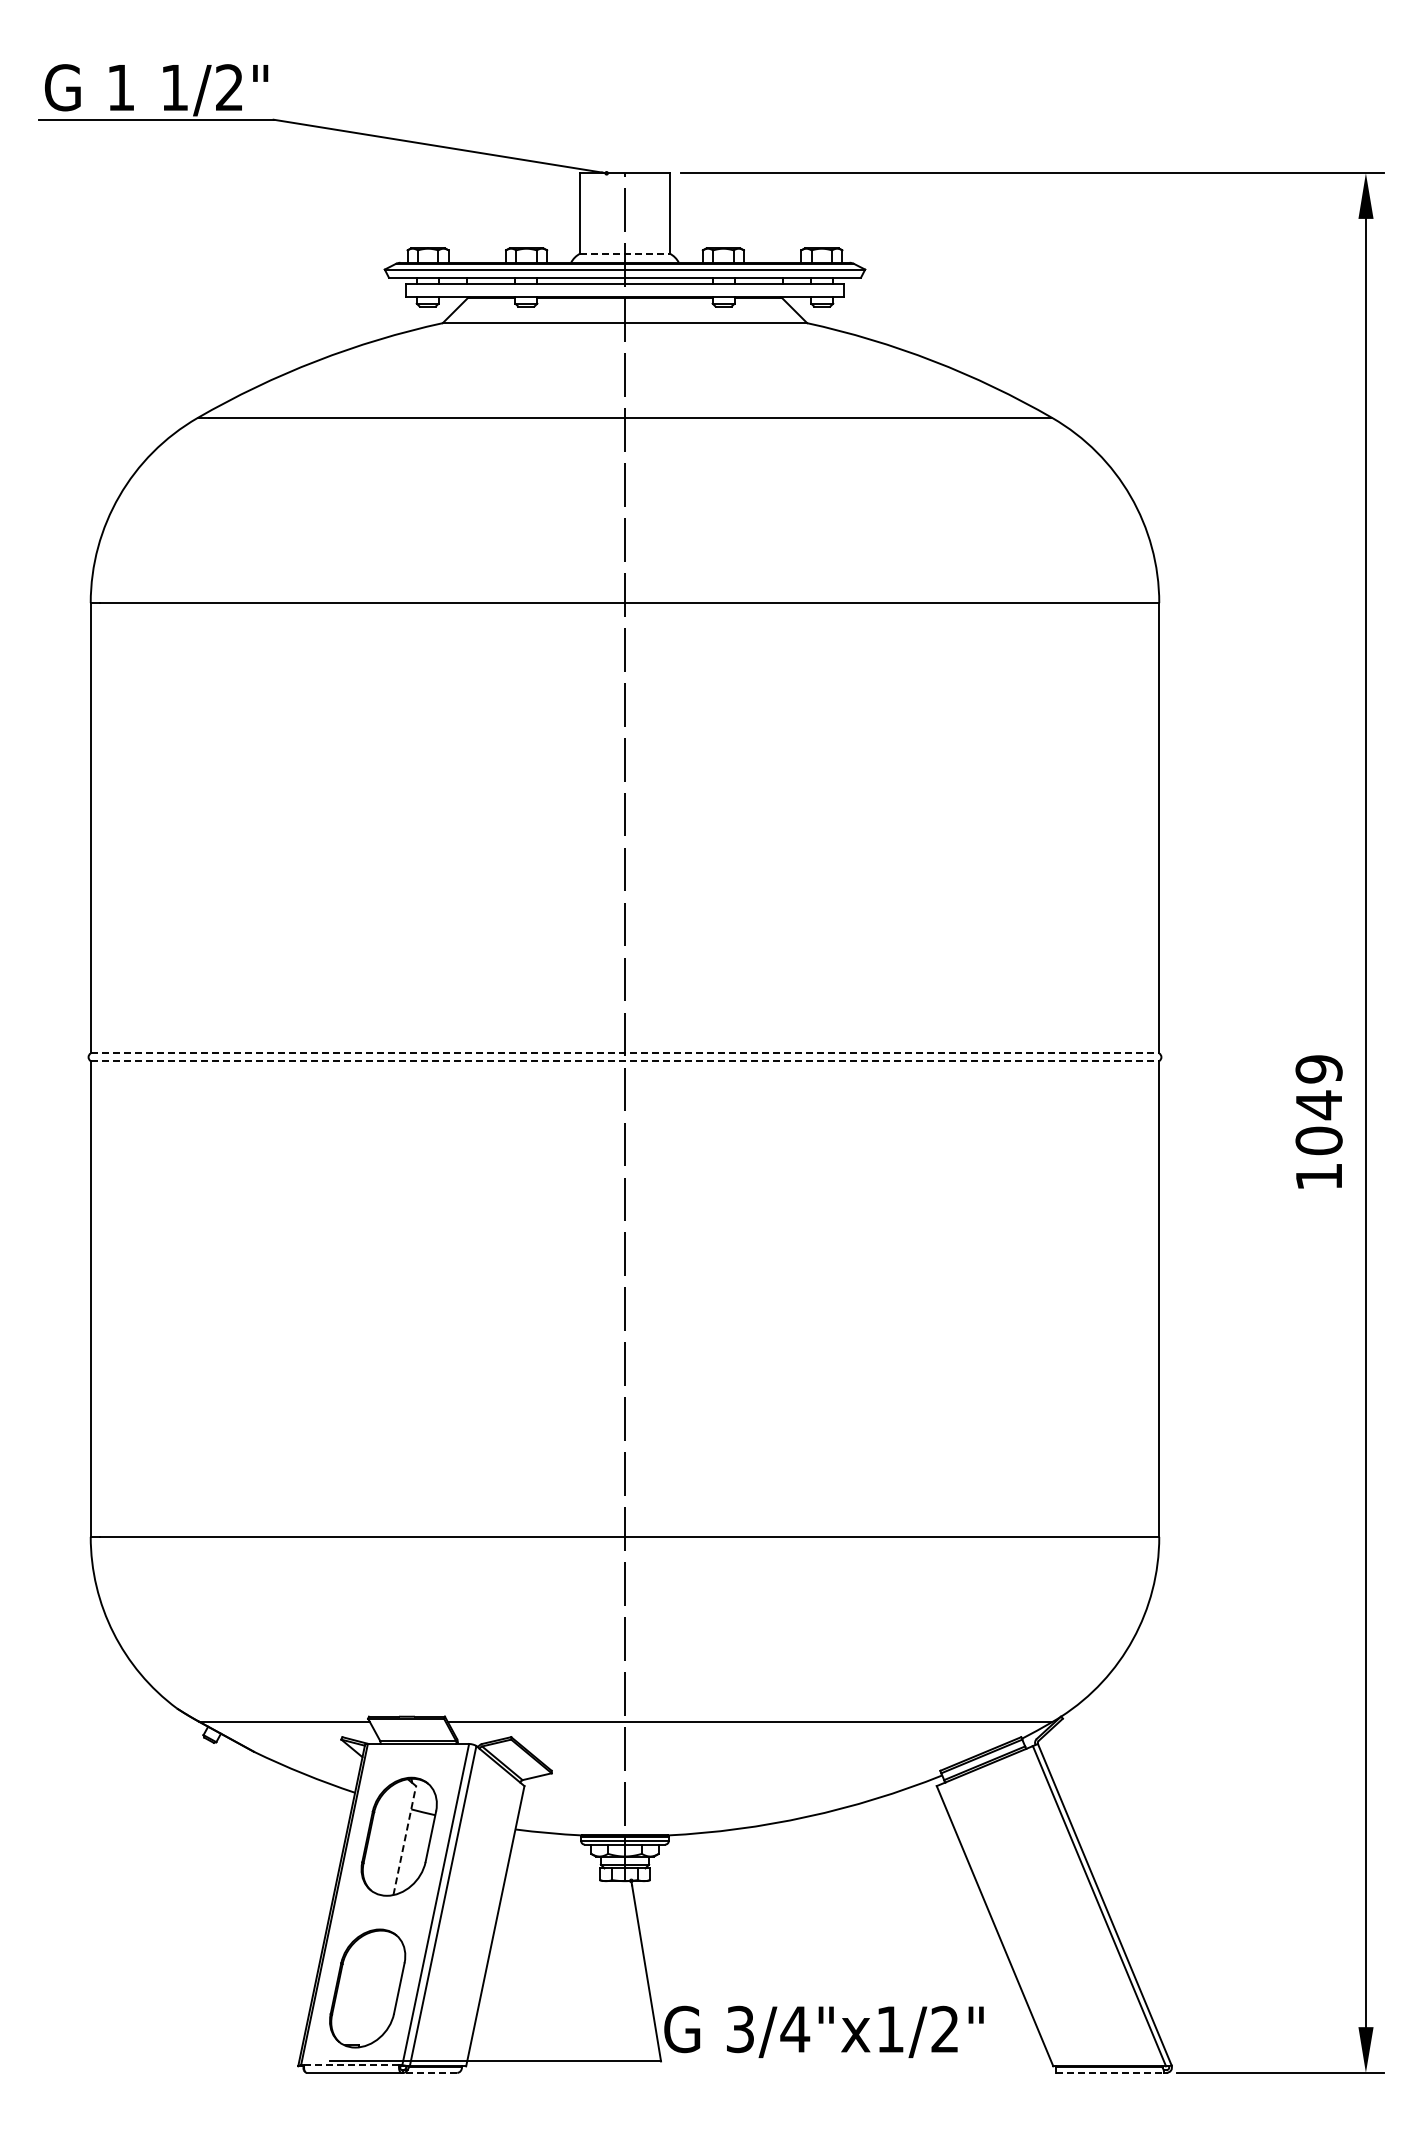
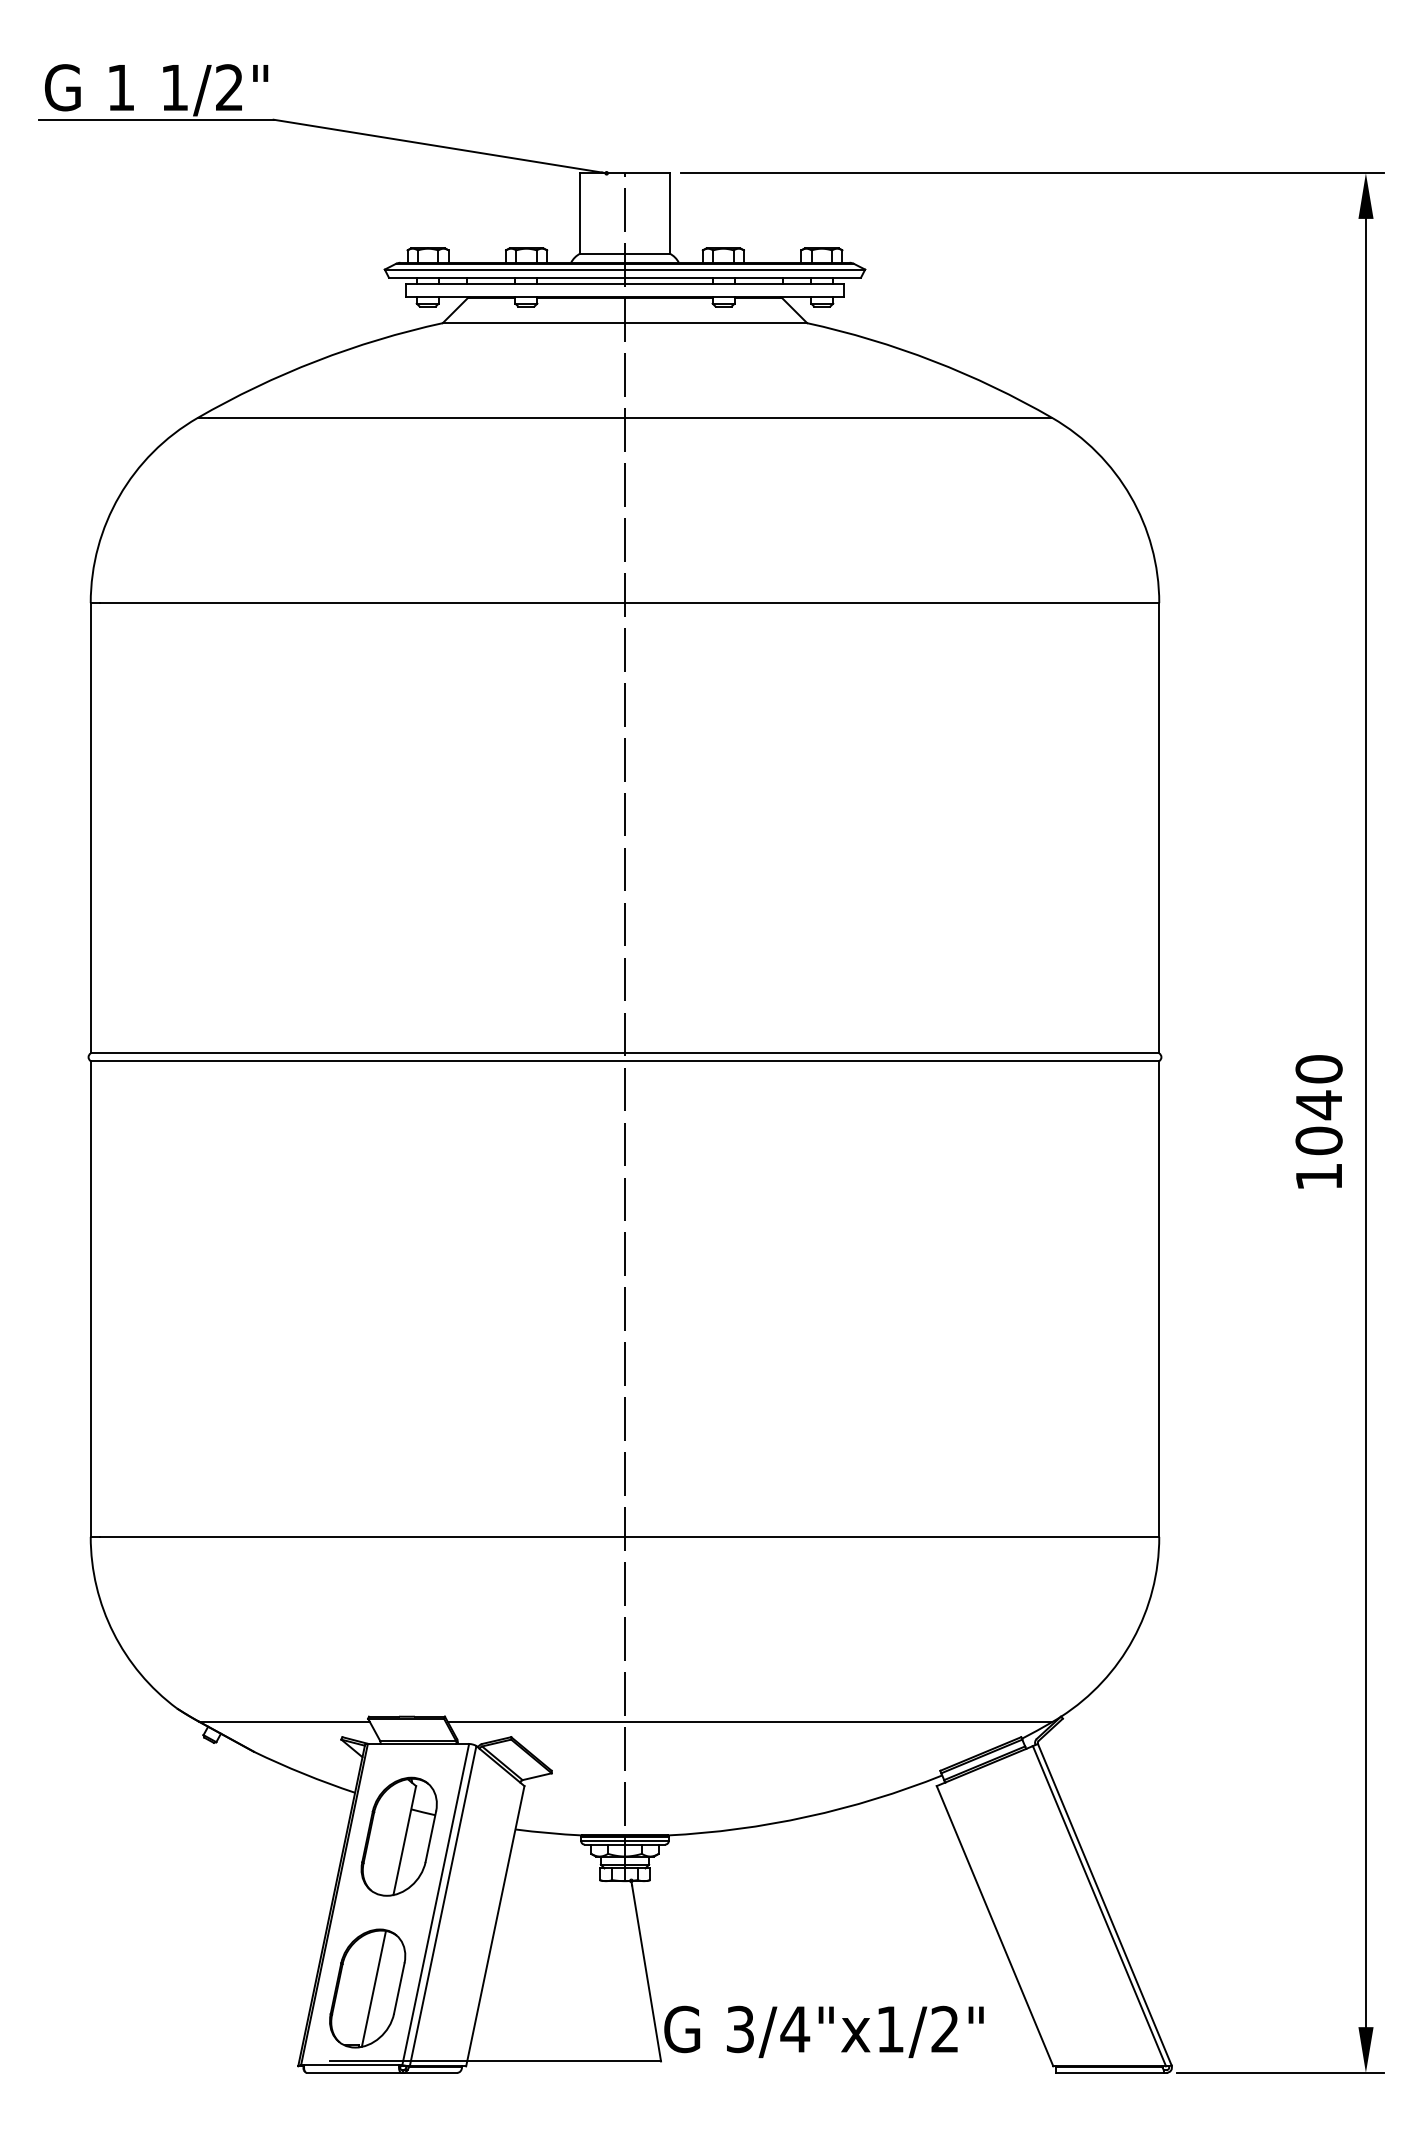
line at (625, 253): dashed -> solid
line at (625, 1053): dashed -> solid
line at (625, 1061): dashed -> solid
text at (1318, 1069): 1049 -> 1040
line at (404, 1840): dashed -> solid
line at (373, 1988): none -> present
line at (352, 2065): dashed -> solid
line at (430, 2072): dashed -> solid
line at (1109, 2072): dashed -> solid
